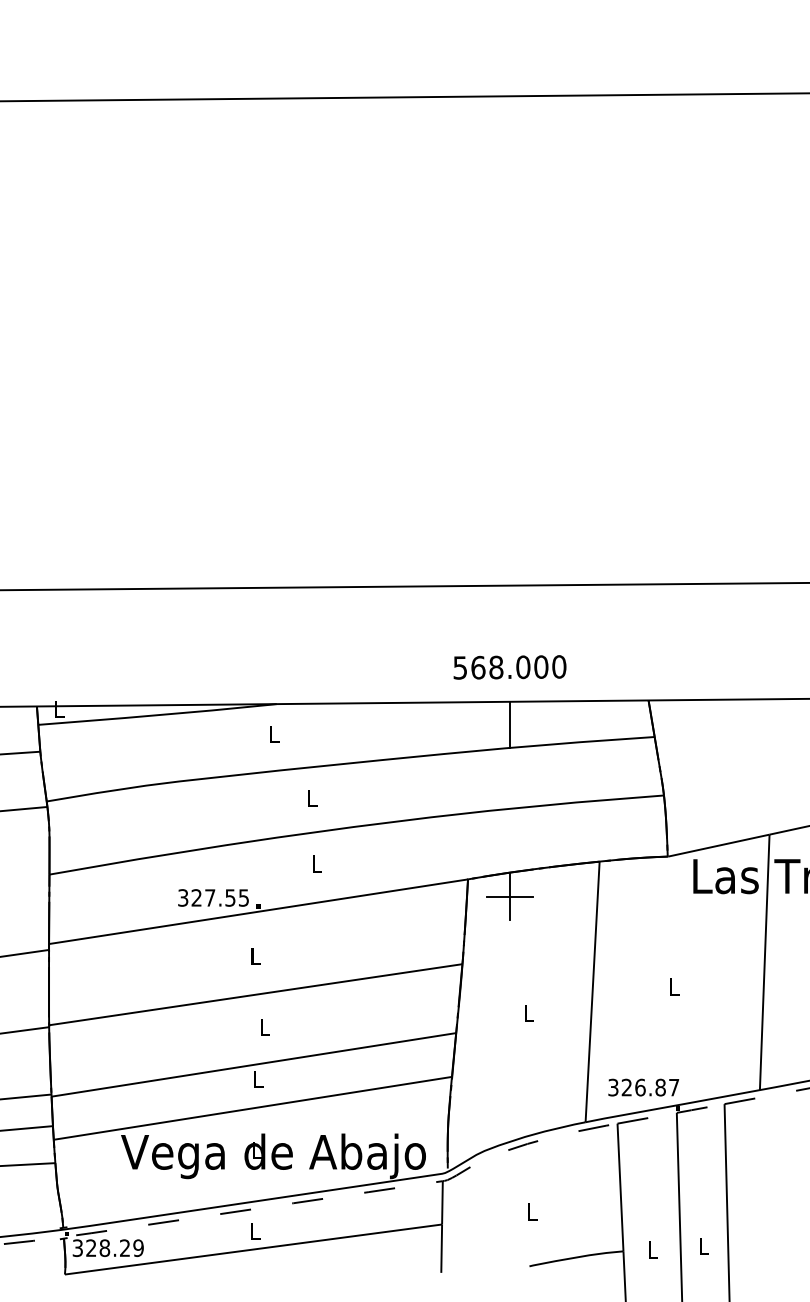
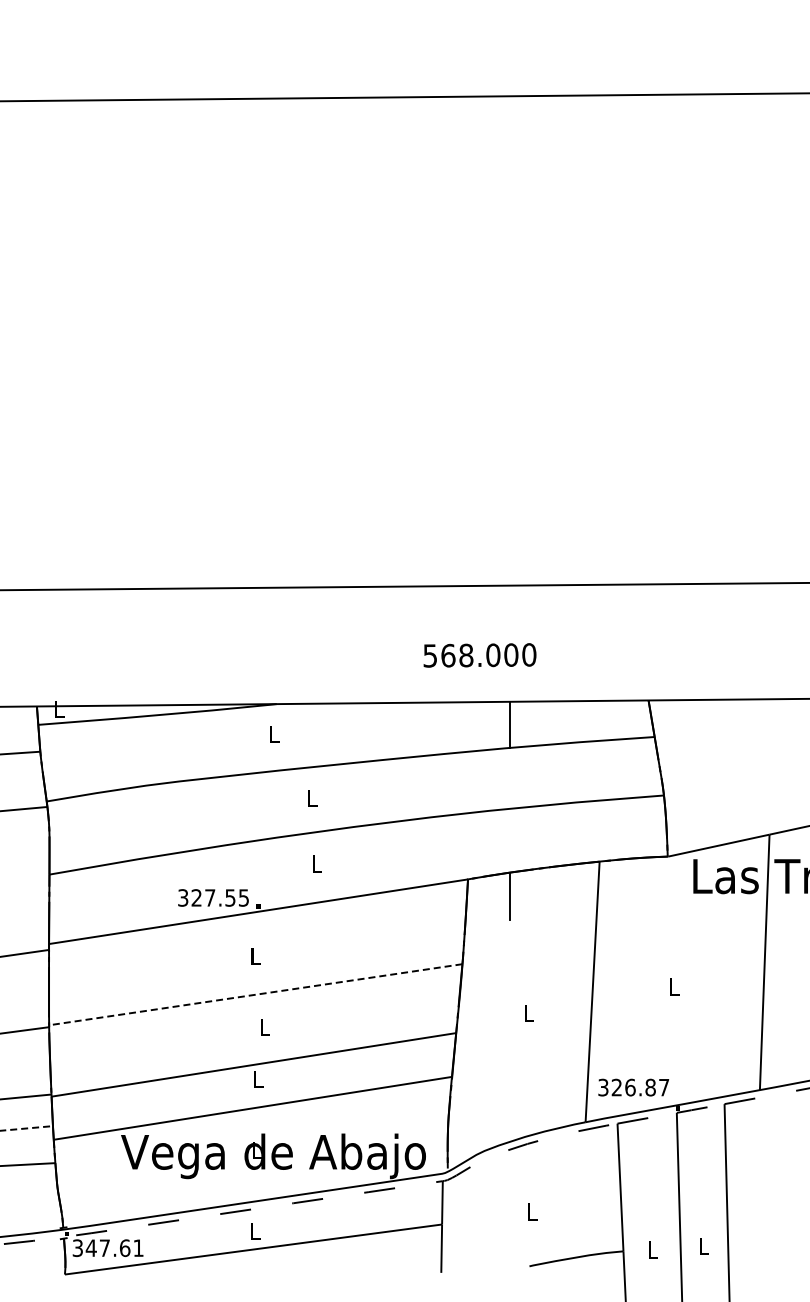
text at (509, 667) position: (509, 667) -> (479, 655)
line at (509, 897): present -> none
line at (255, 994): solid -> dashed
text at (643, 1087) position: (643, 1087) -> (633, 1087)
line at (27, 1128): solid -> dashed
text at (114, 1248): 328.29 -> 347.61
